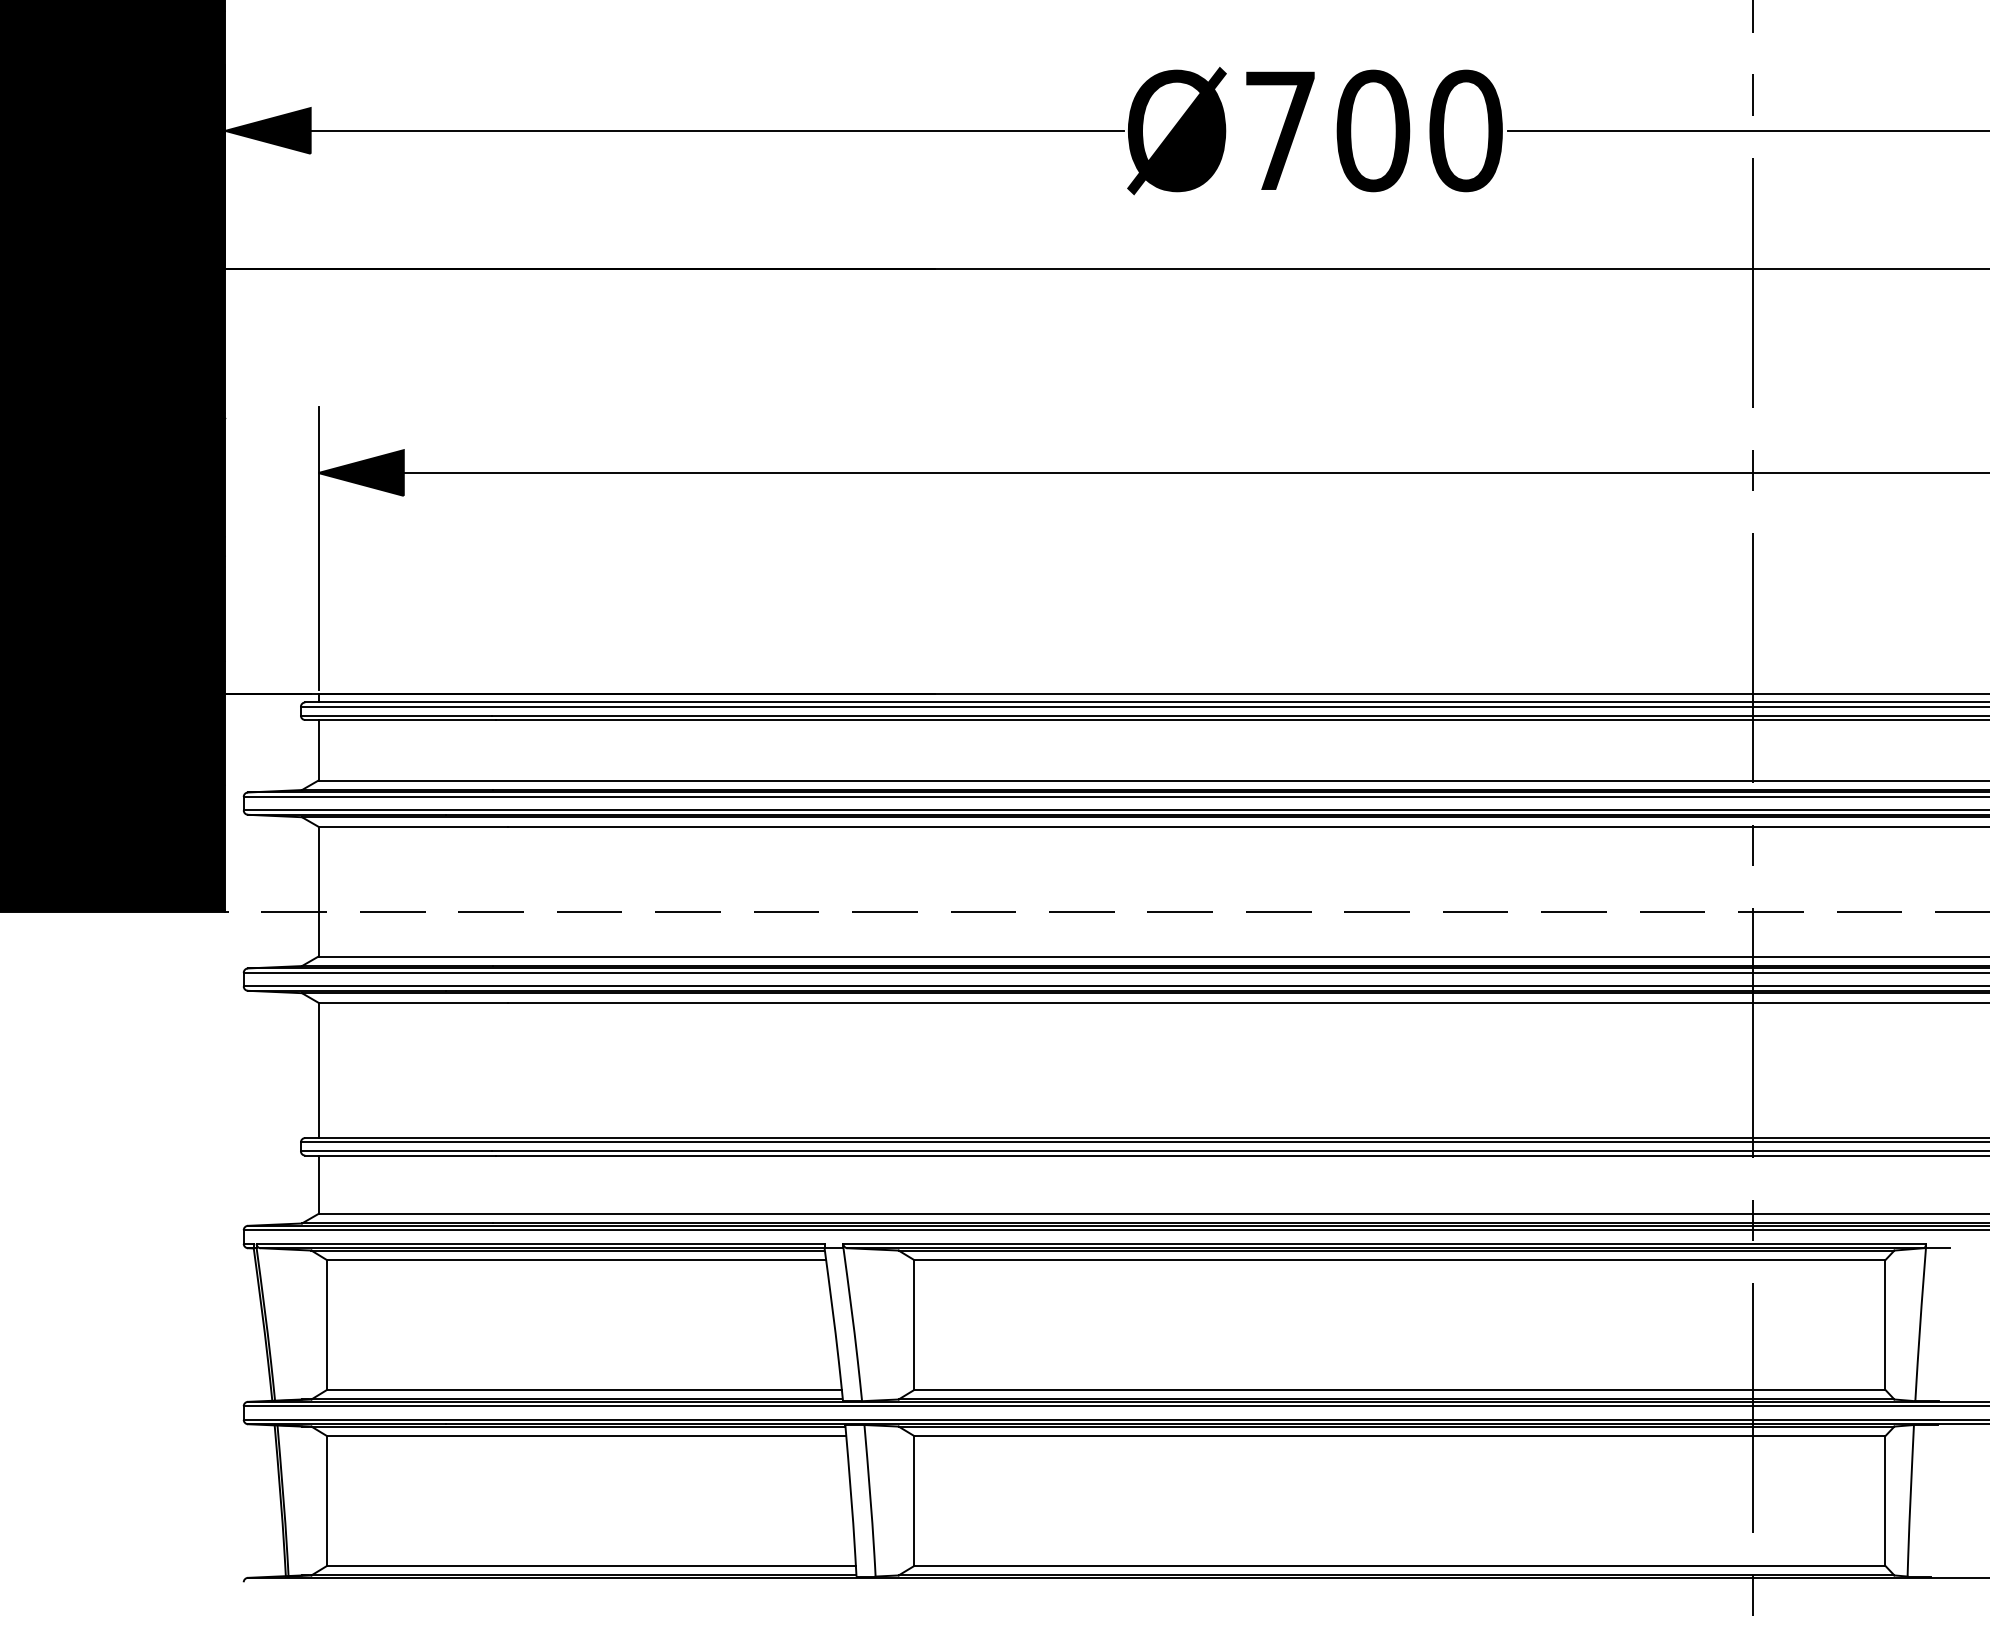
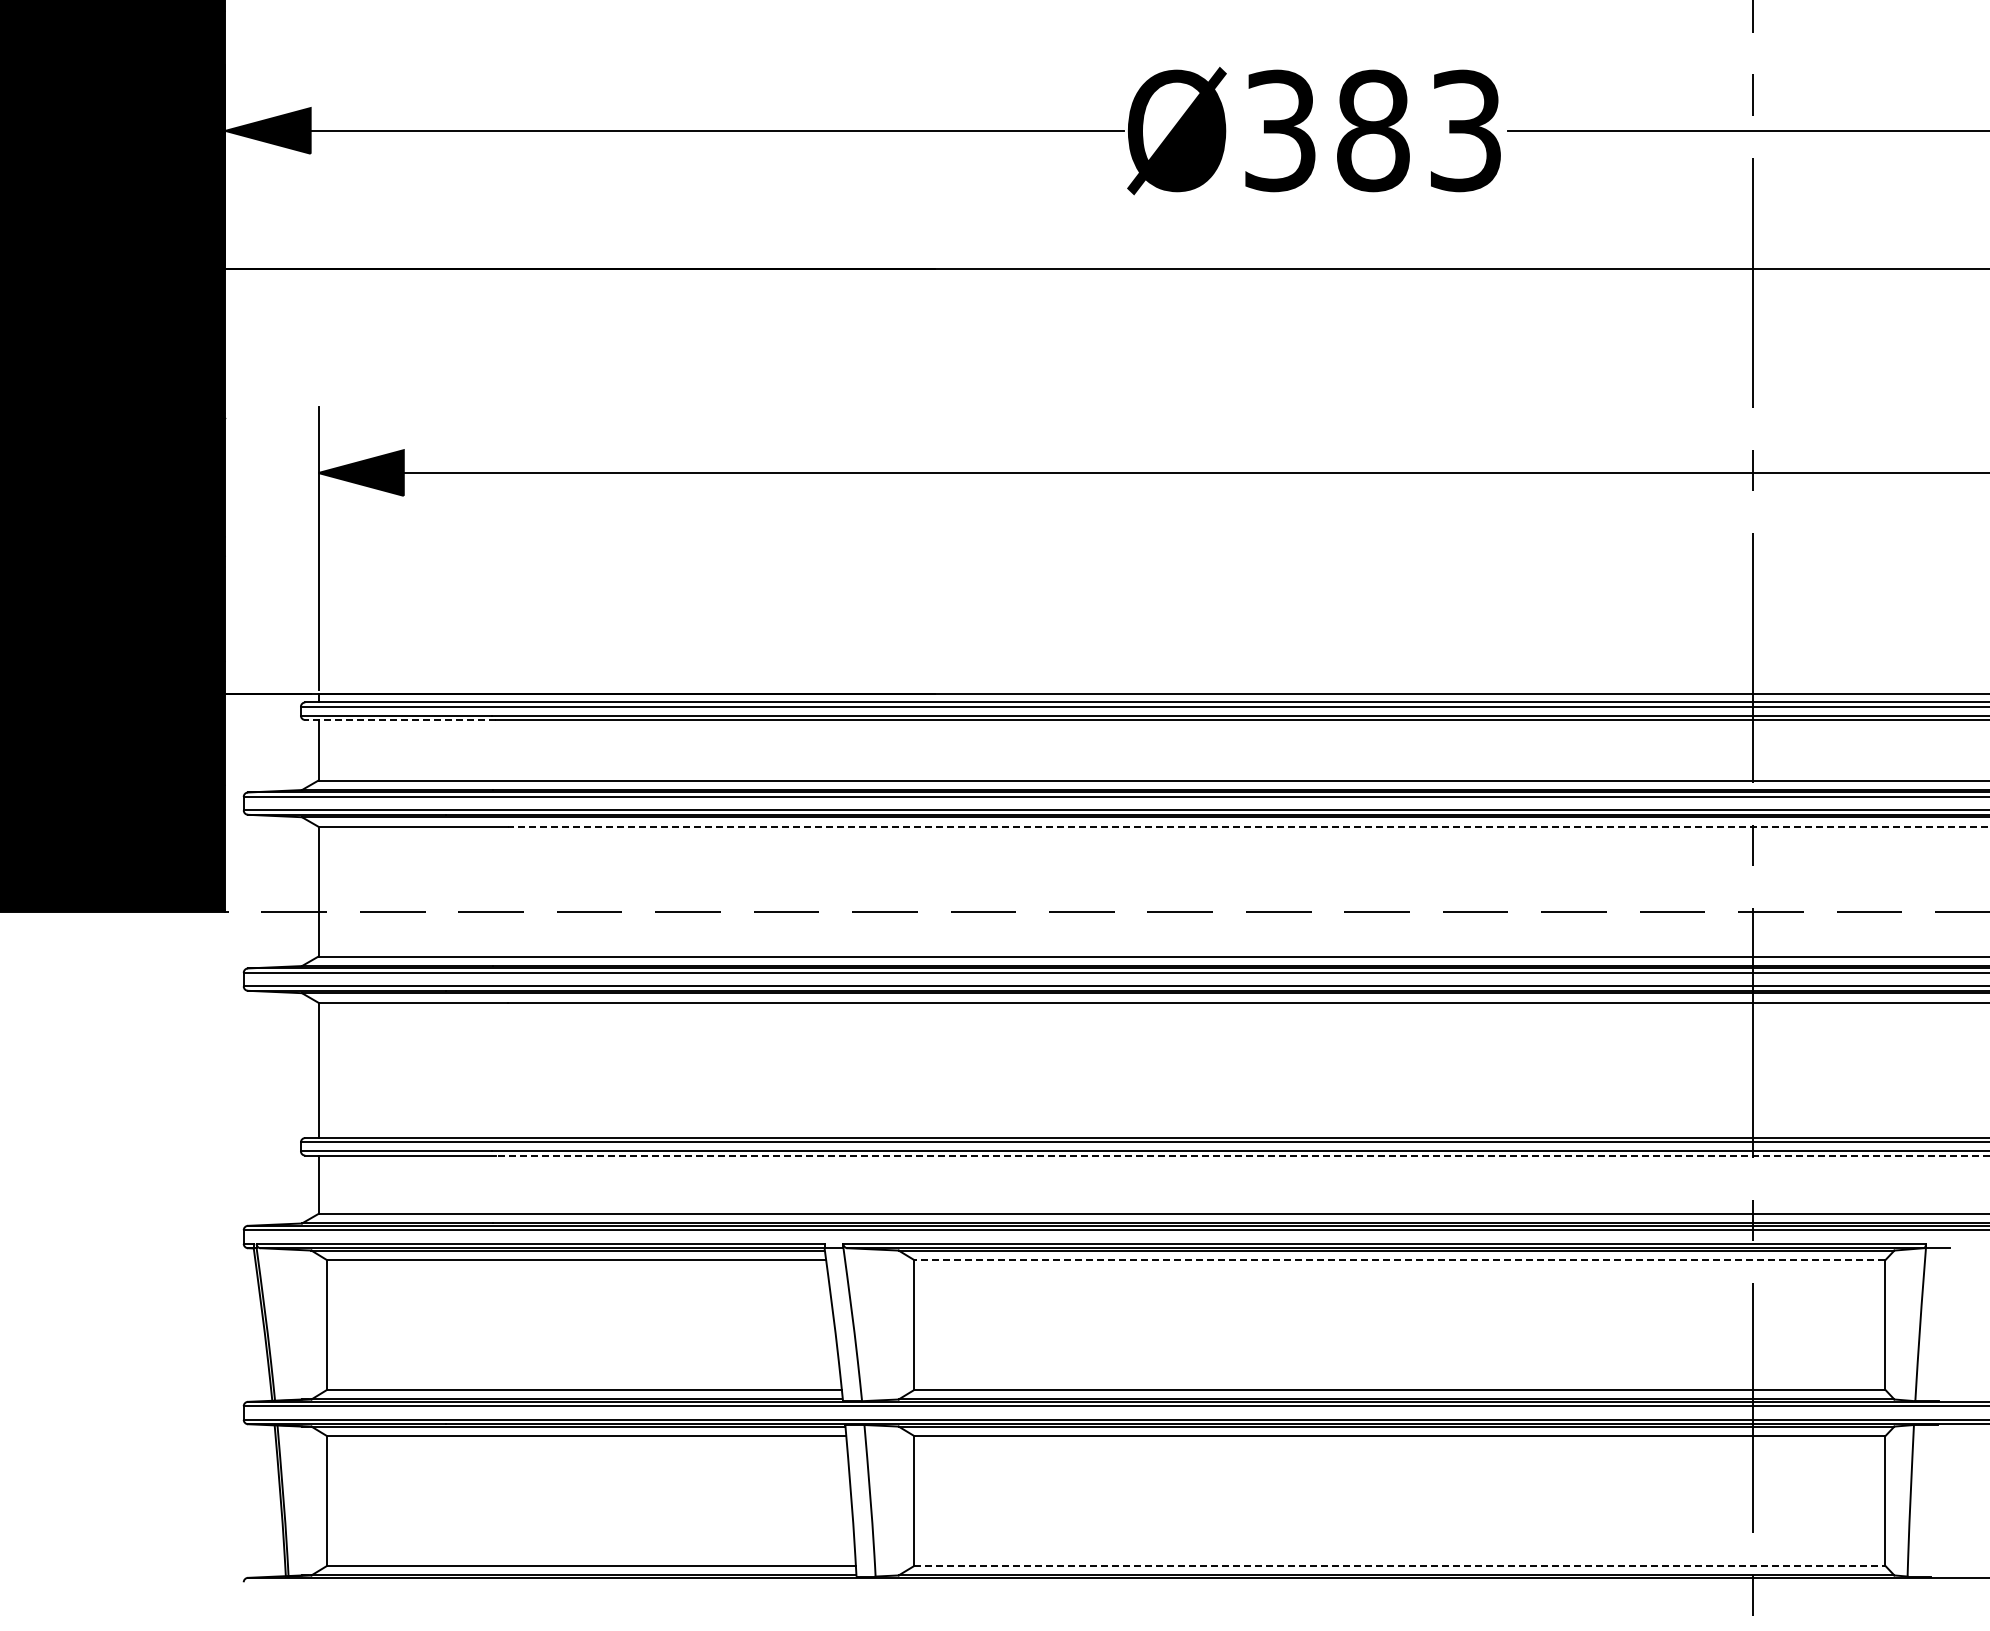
text at (1373, 130): Ø700 -> Ø383
line at (400, 720): solid -> dashed
line at (1248, 826): solid -> dashed
line at (1243, 1155): solid -> dashed
line at (1399, 1260): solid -> dashed
line at (1399, 1565): solid -> dashed
